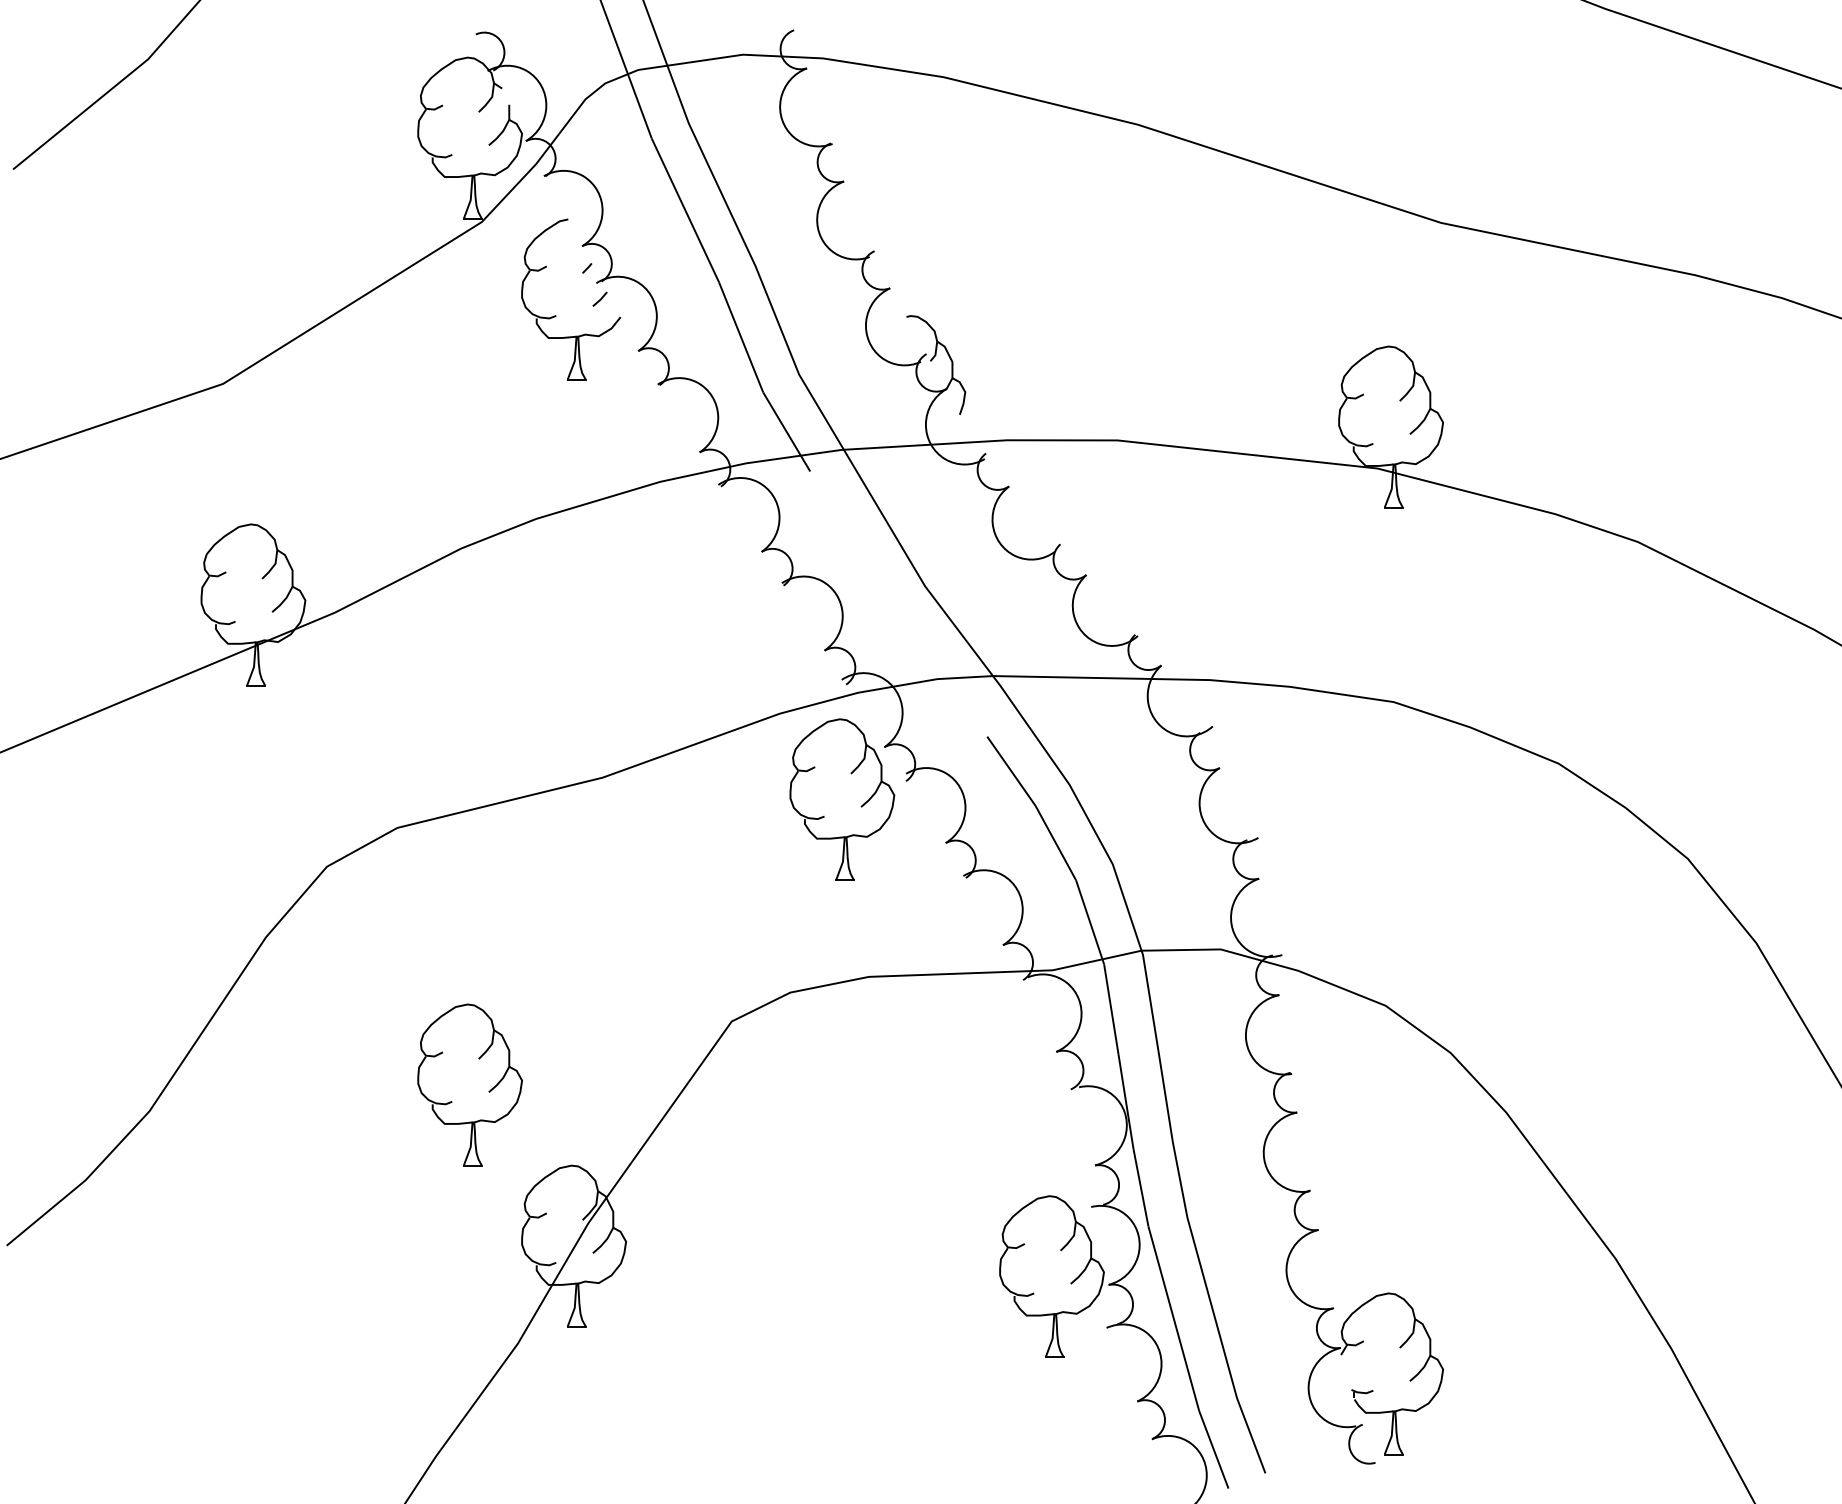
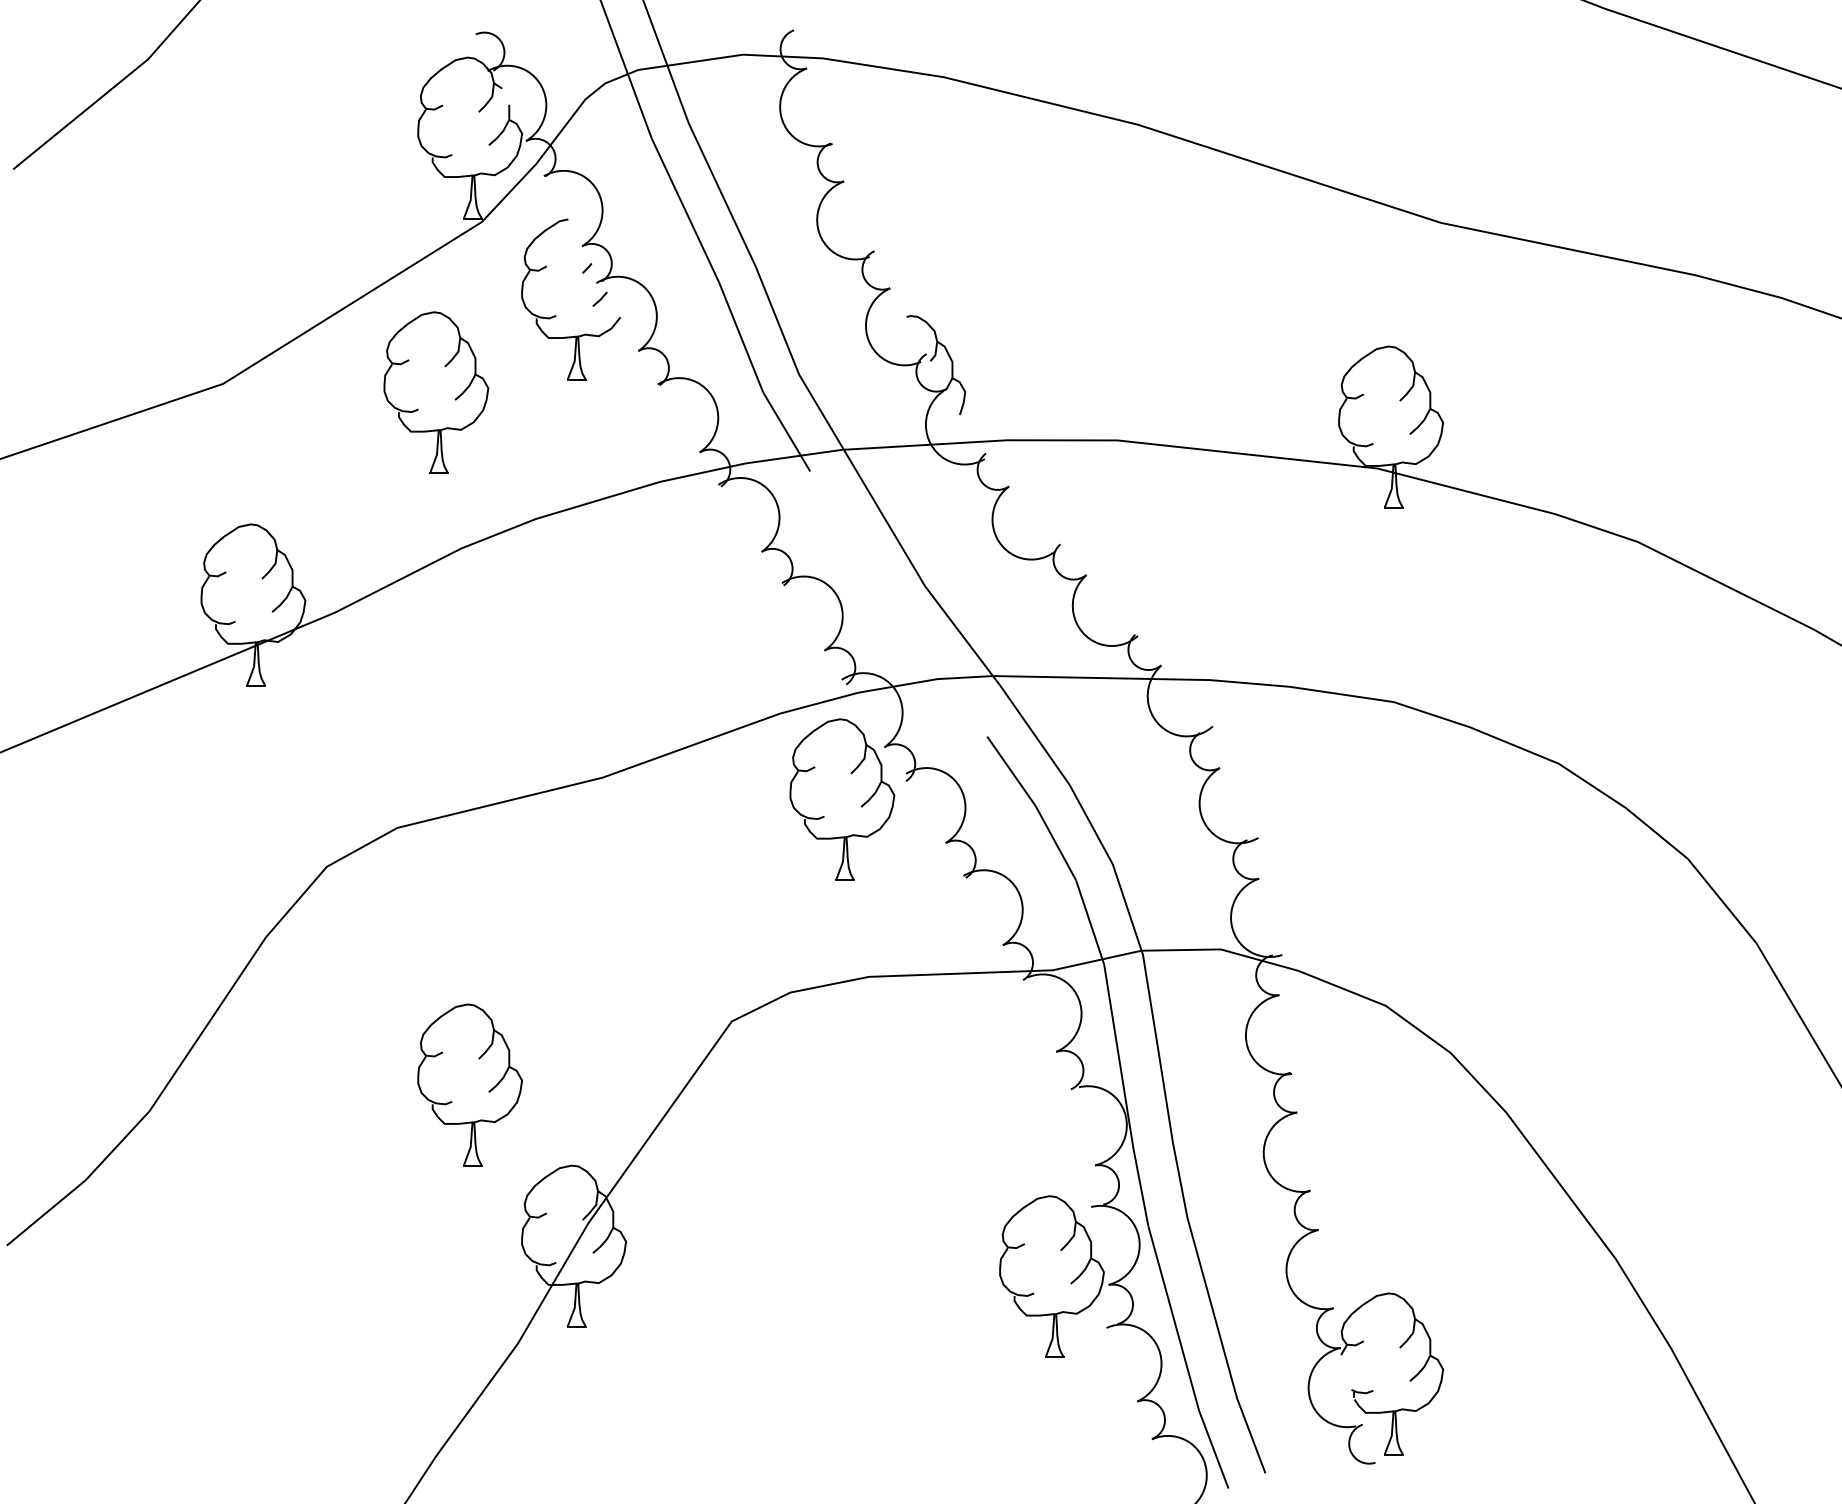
part at (436, 392): none -> present
